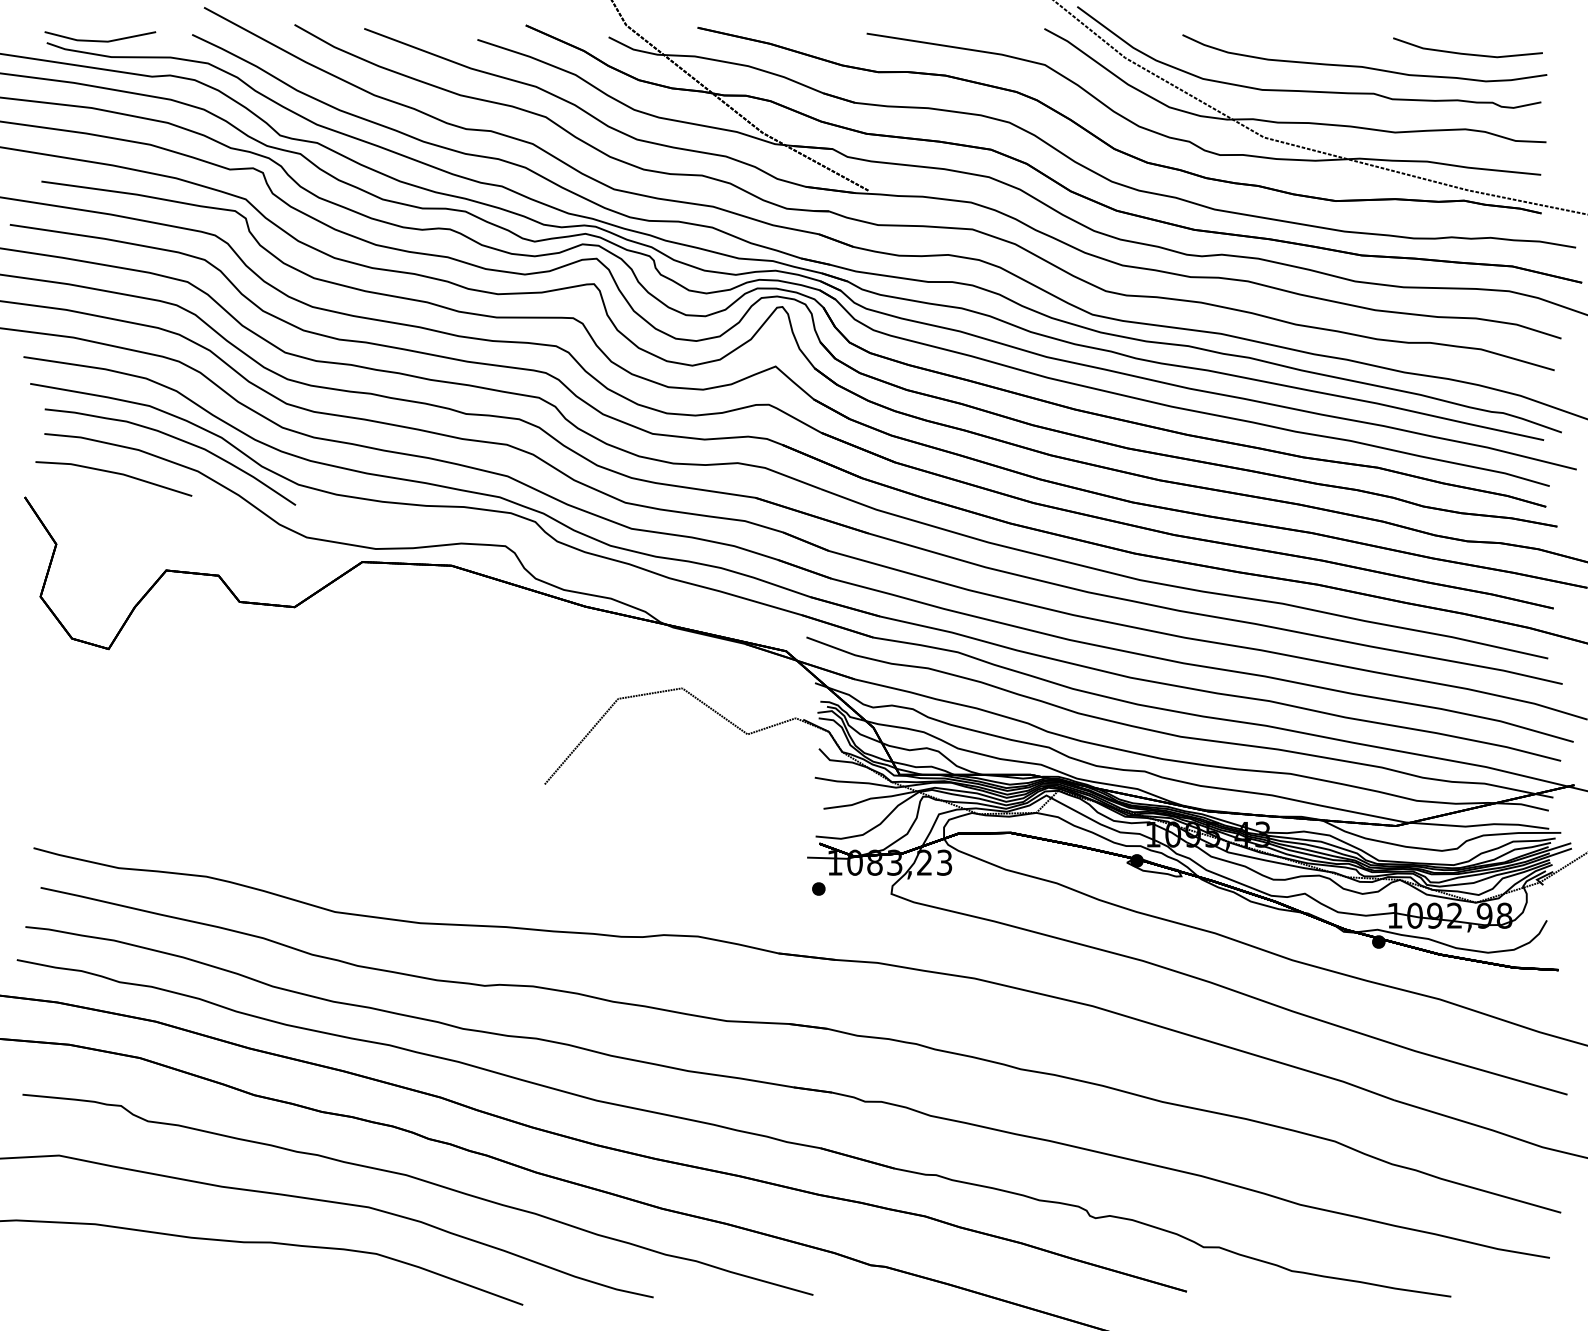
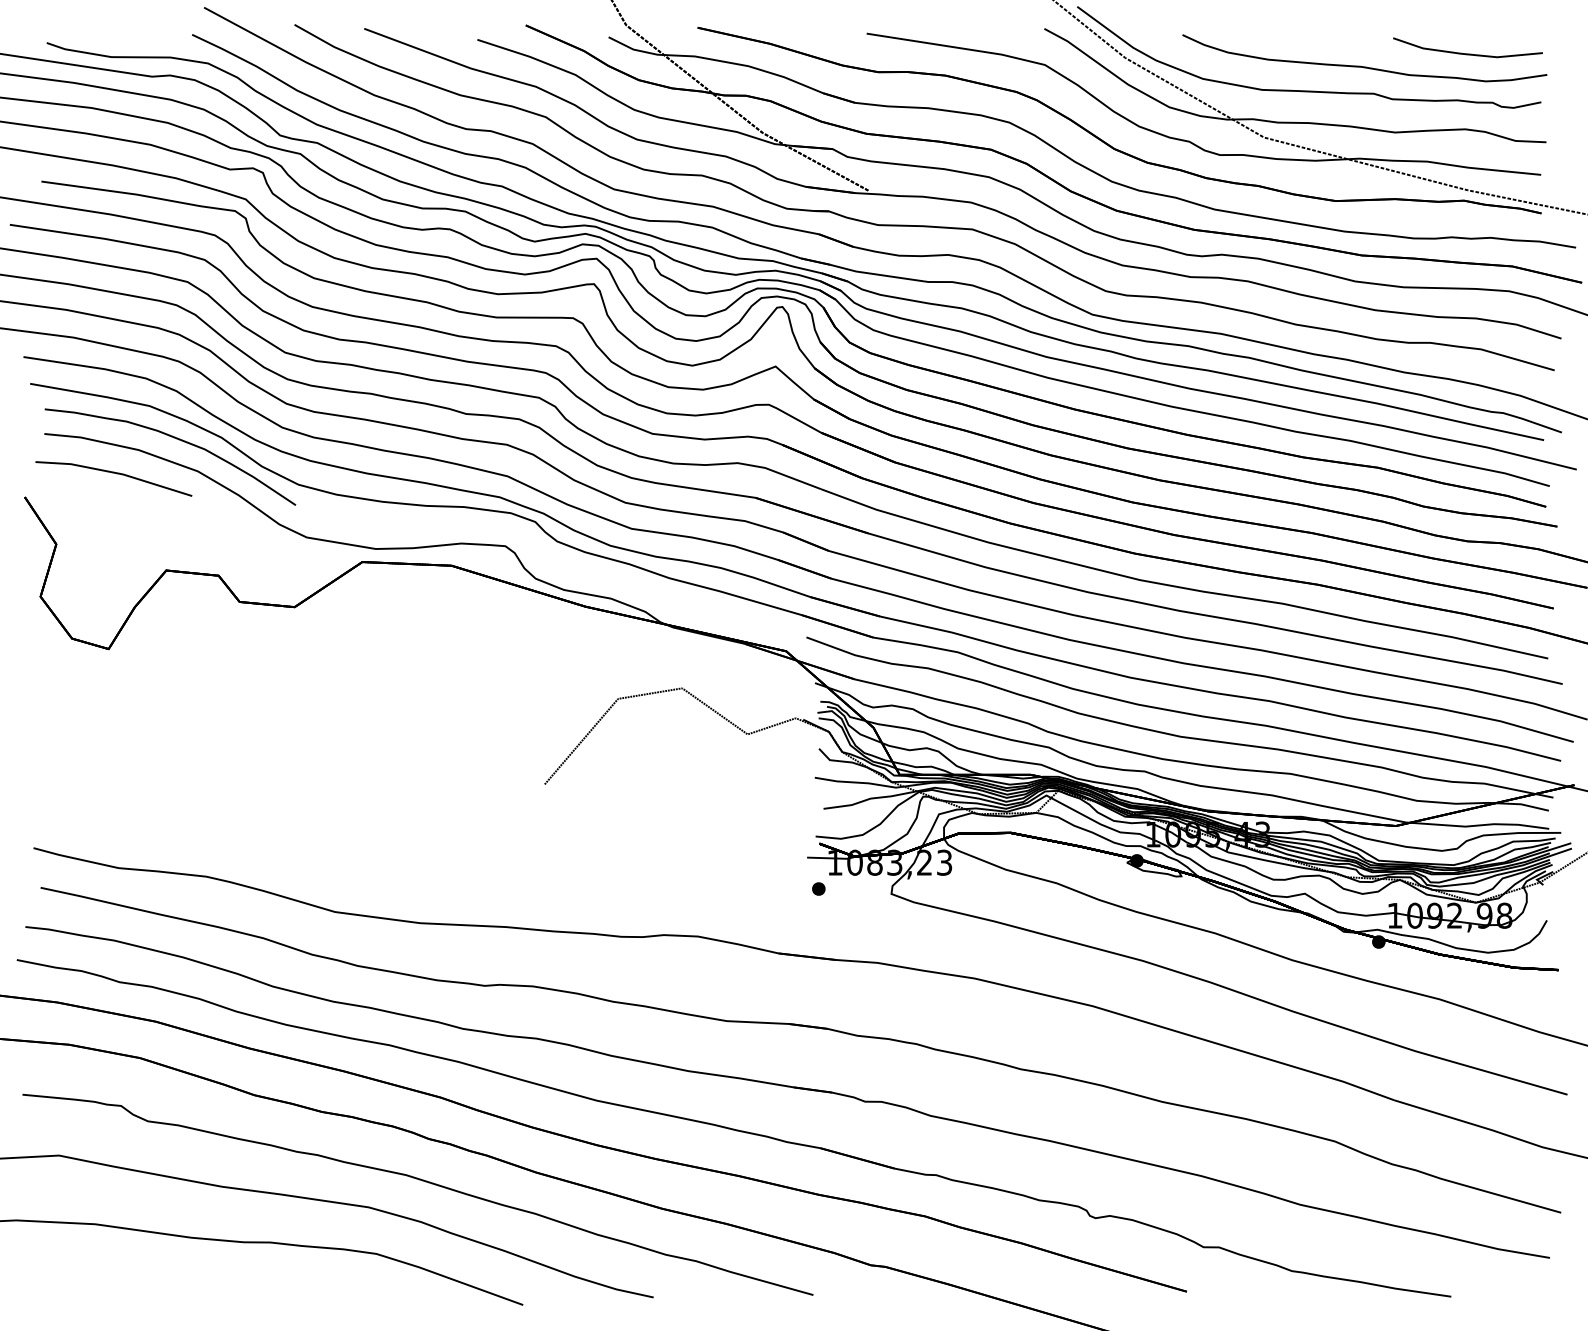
line at (100, 40): present -> none
